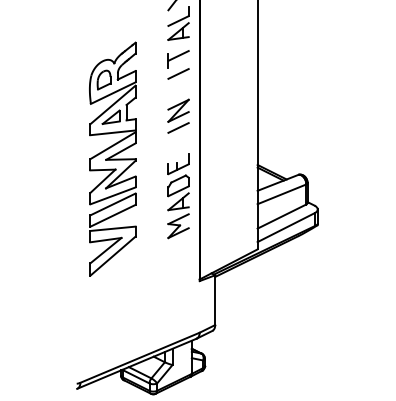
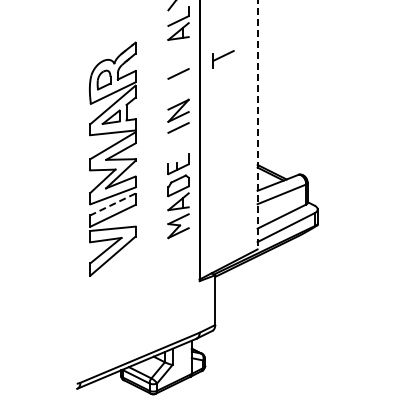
part at (178, 59) position: (178, 59) -> (223, 59)
line at (257, 125): solid -> dashed
line at (112, 204): solid -> dashed
